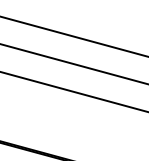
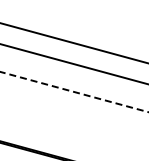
line at (73, 36) position: (73, 36) -> (73, 42)
line at (74, 92): solid -> dashed
